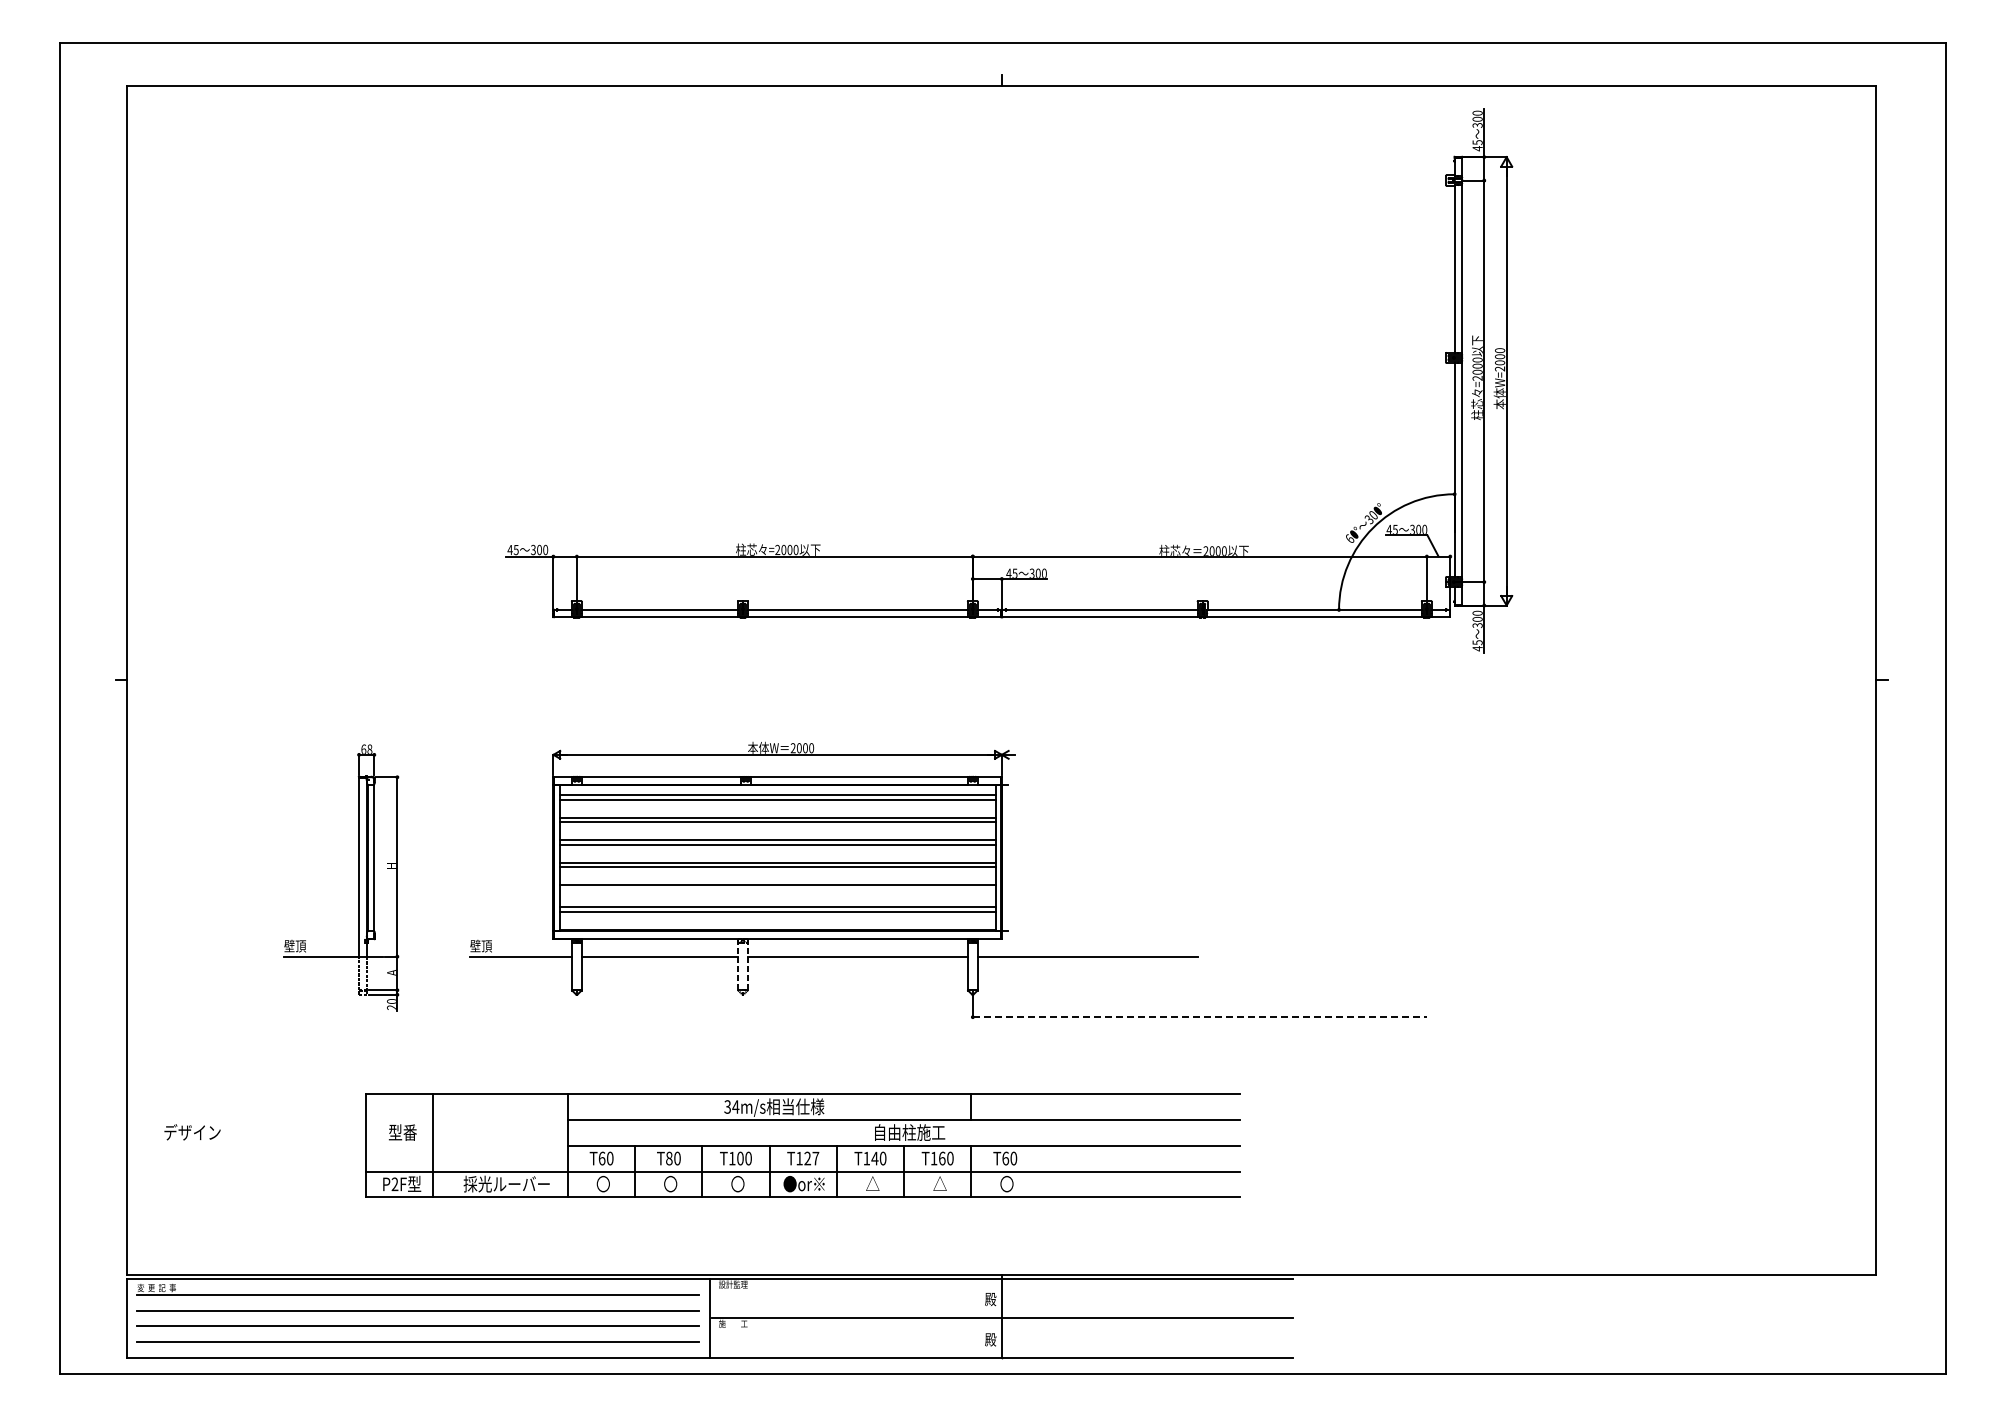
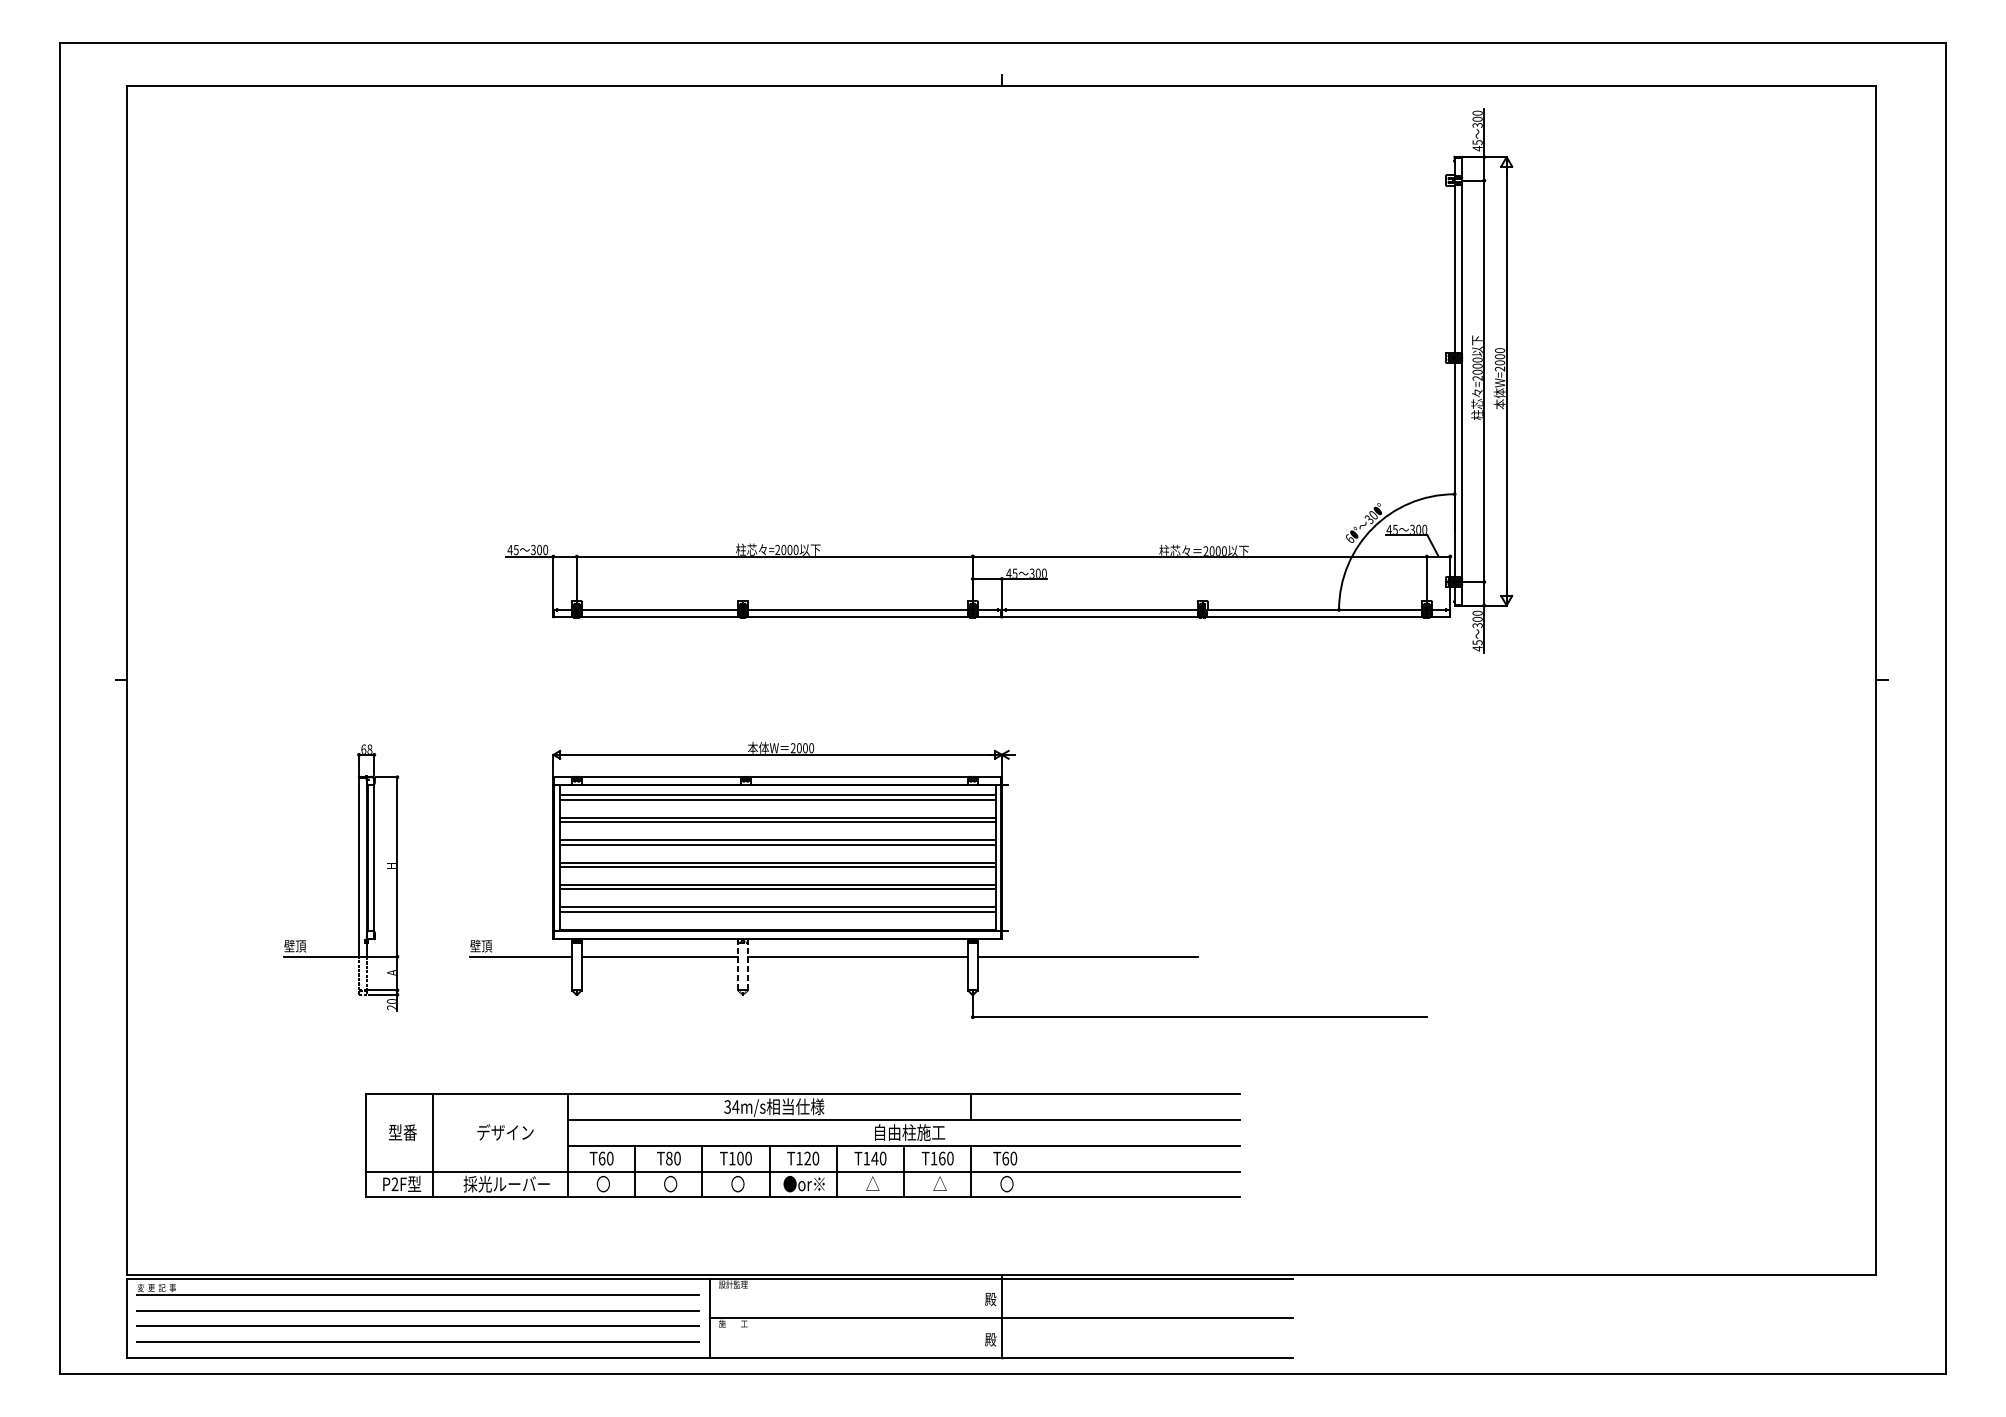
line at (777, 889): none -> present
line at (1200, 1017): dashed -> solid
text at (192, 1132) position: (192, 1132) -> (505, 1132)
text at (815, 1158): T127 -> T120
